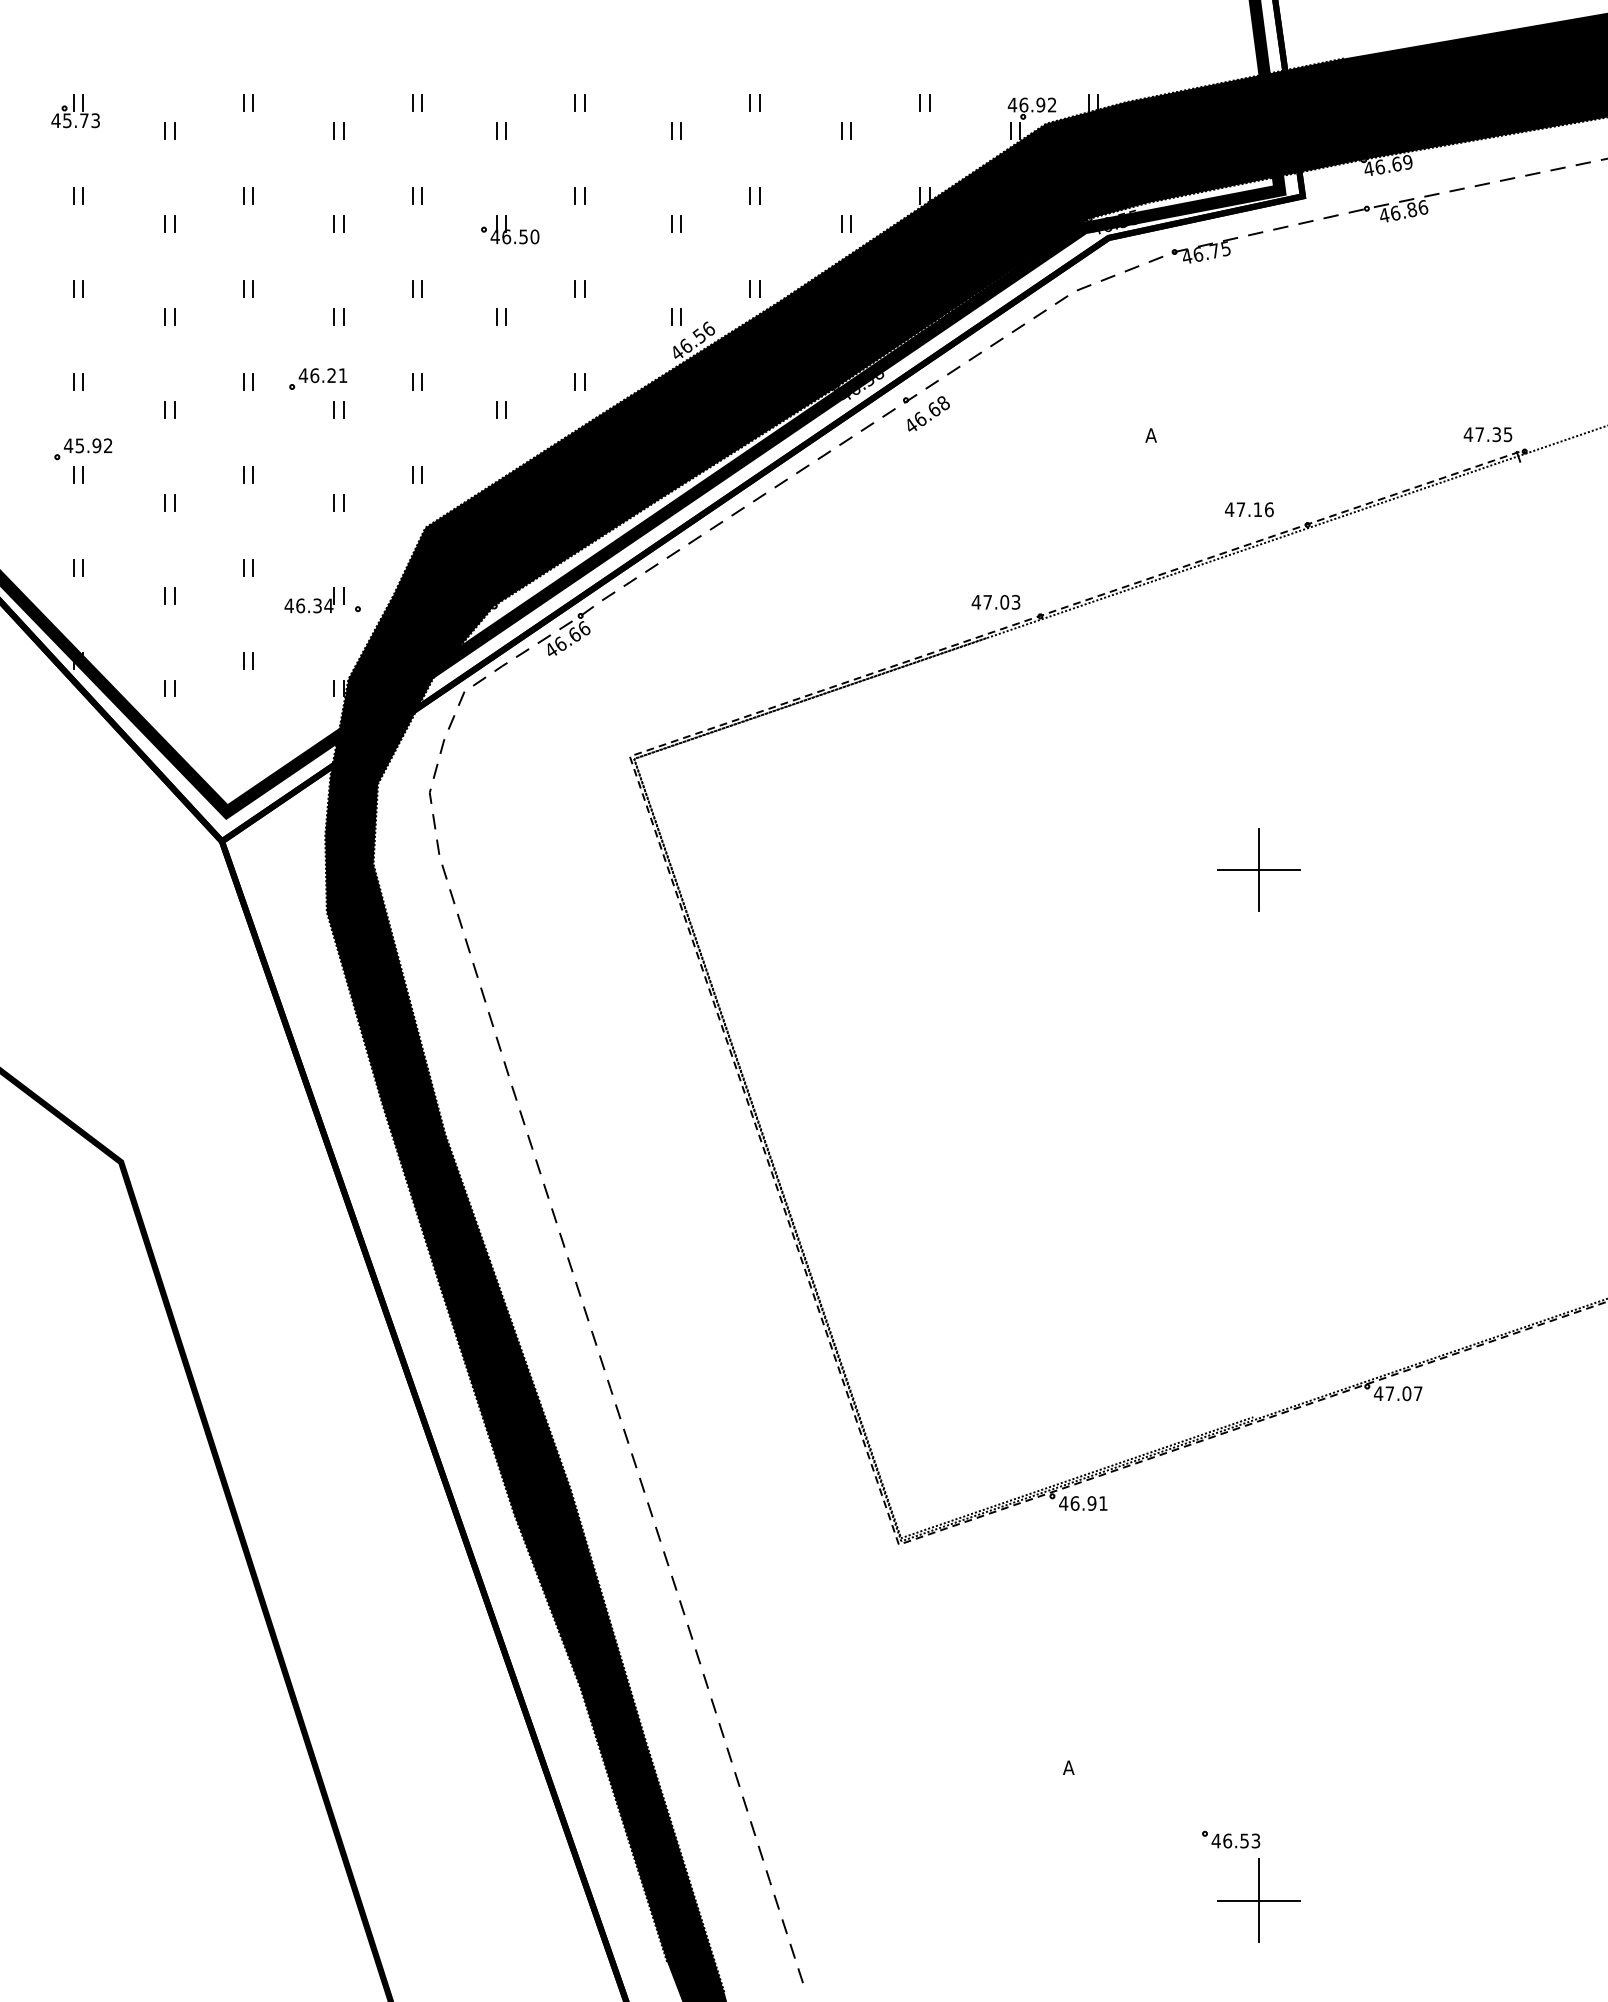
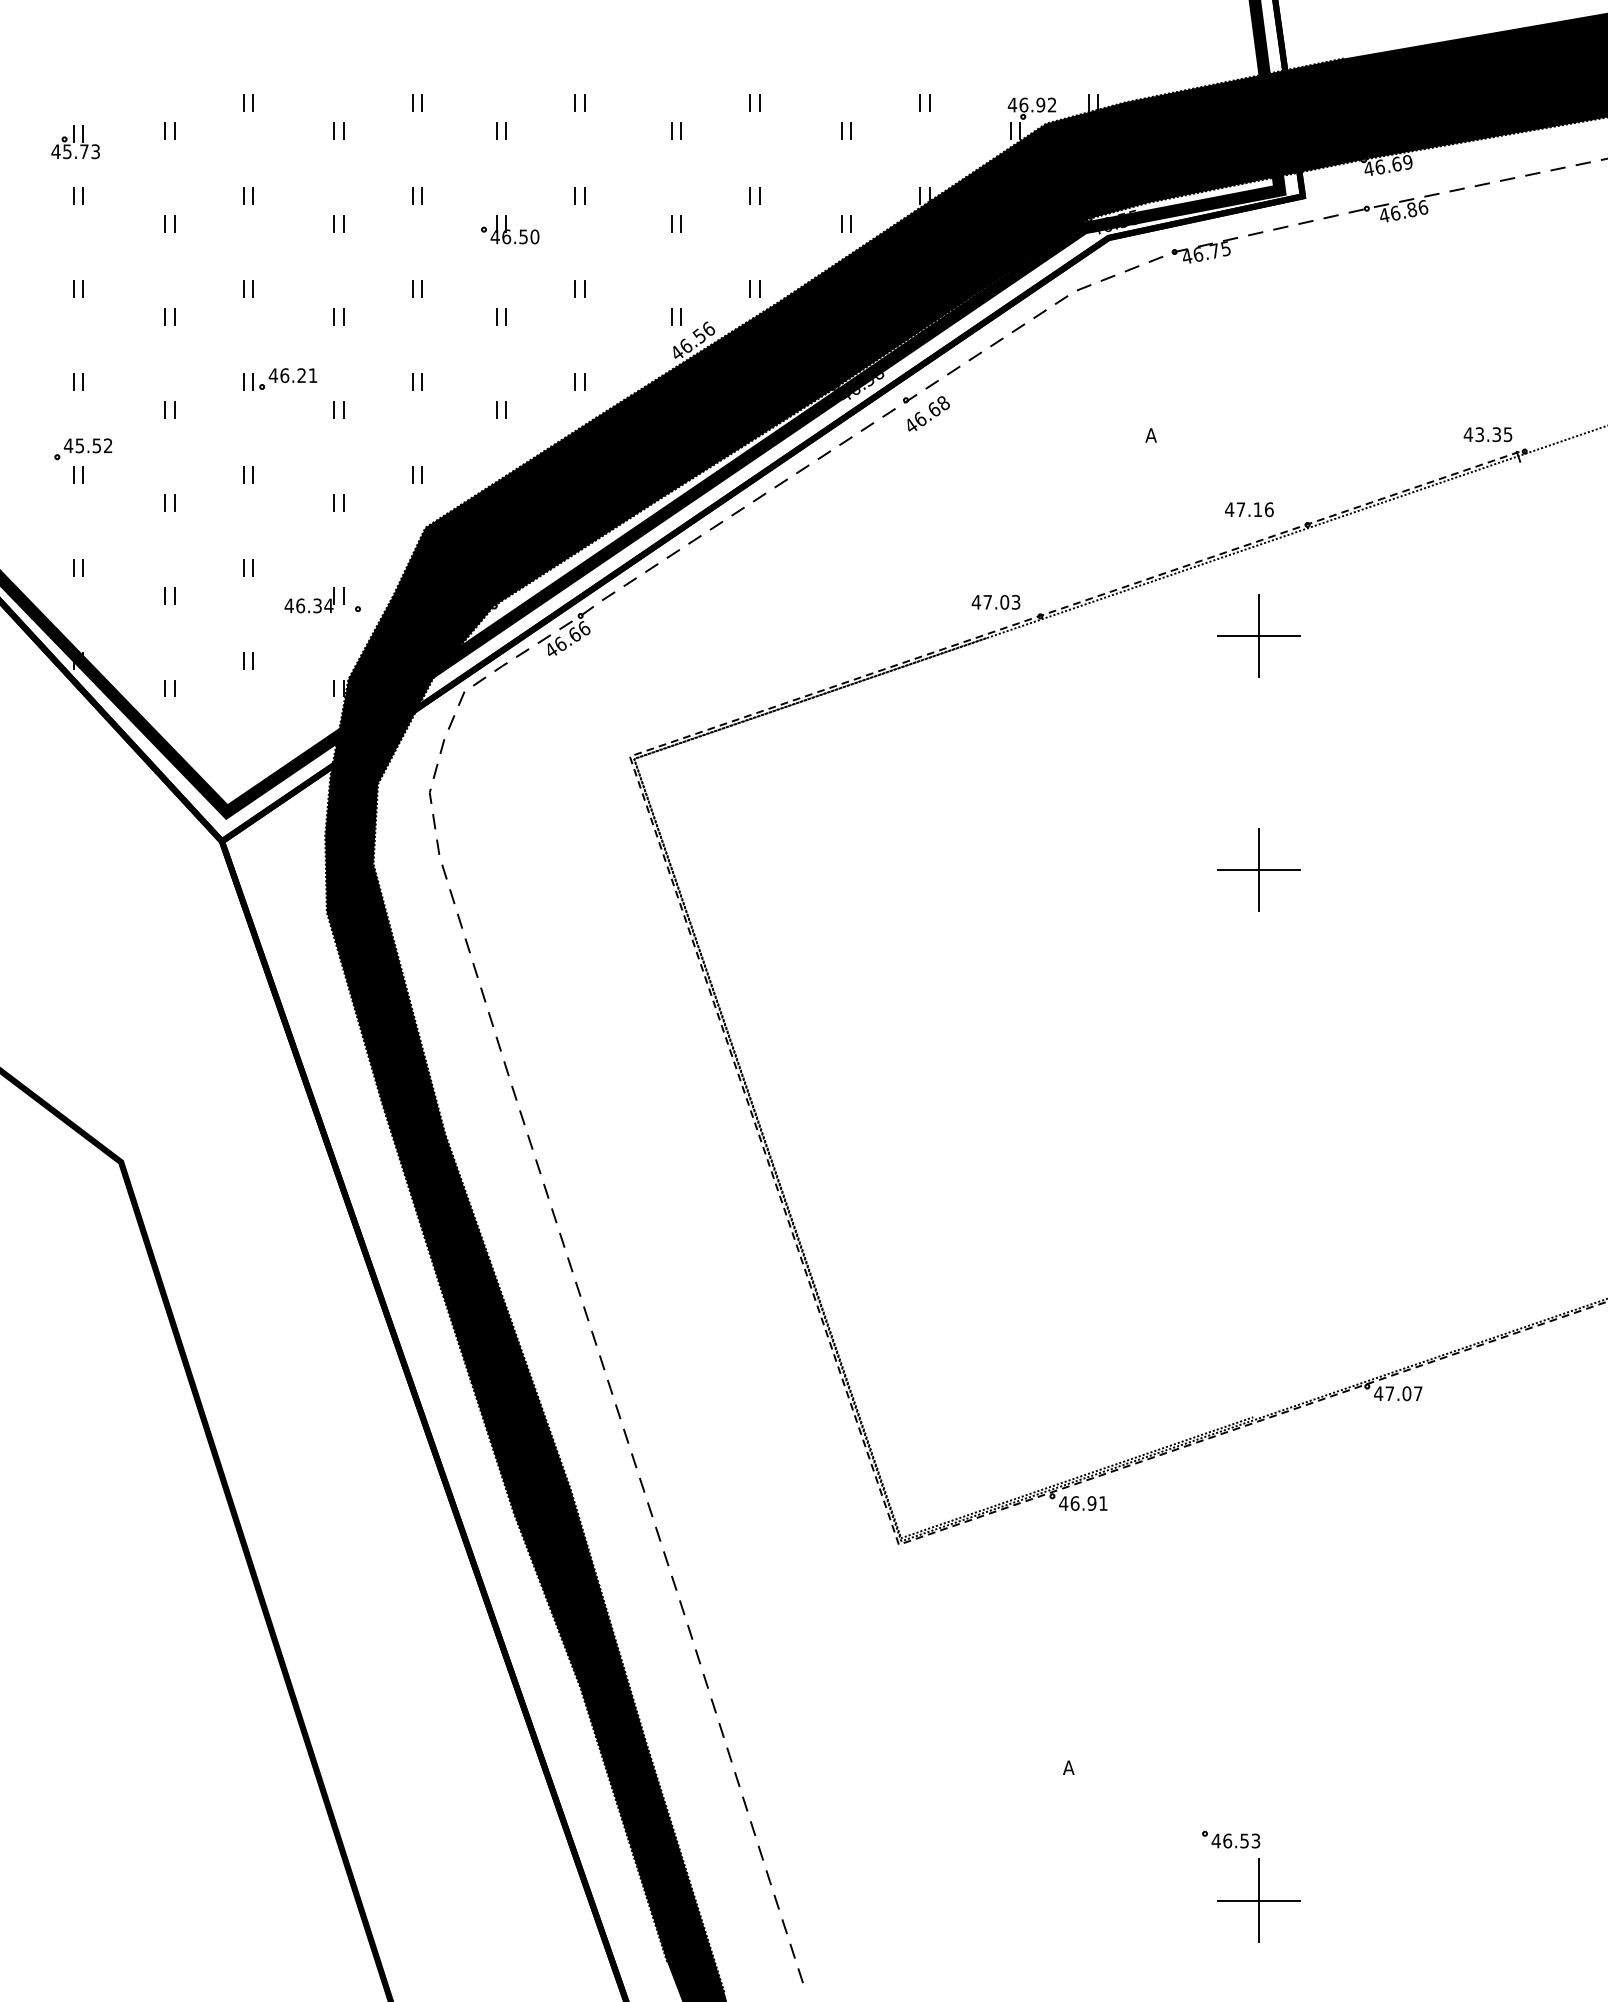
part at (75, 111) position: (75, 111) -> (75, 142)
part at (318, 378) position: (318, 378) -> (288, 378)
text at (1479, 434): 47.35 -> 43.35
text at (96, 445): 45.92 -> 45.52
part at (1258, 635): none -> present
